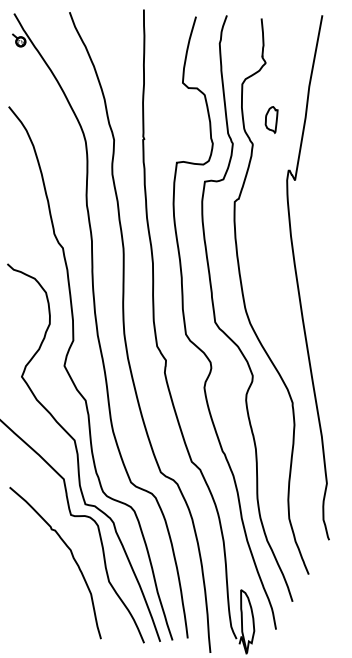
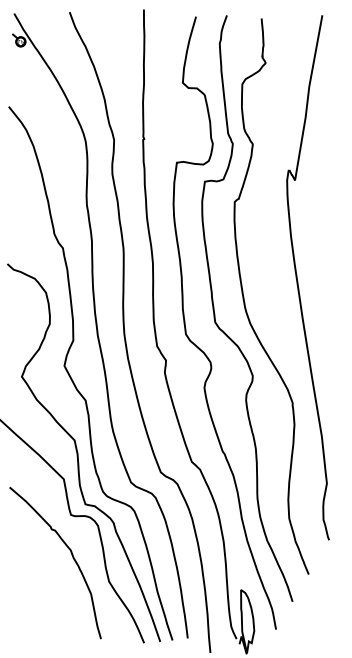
part at (271, 119): present -> none
